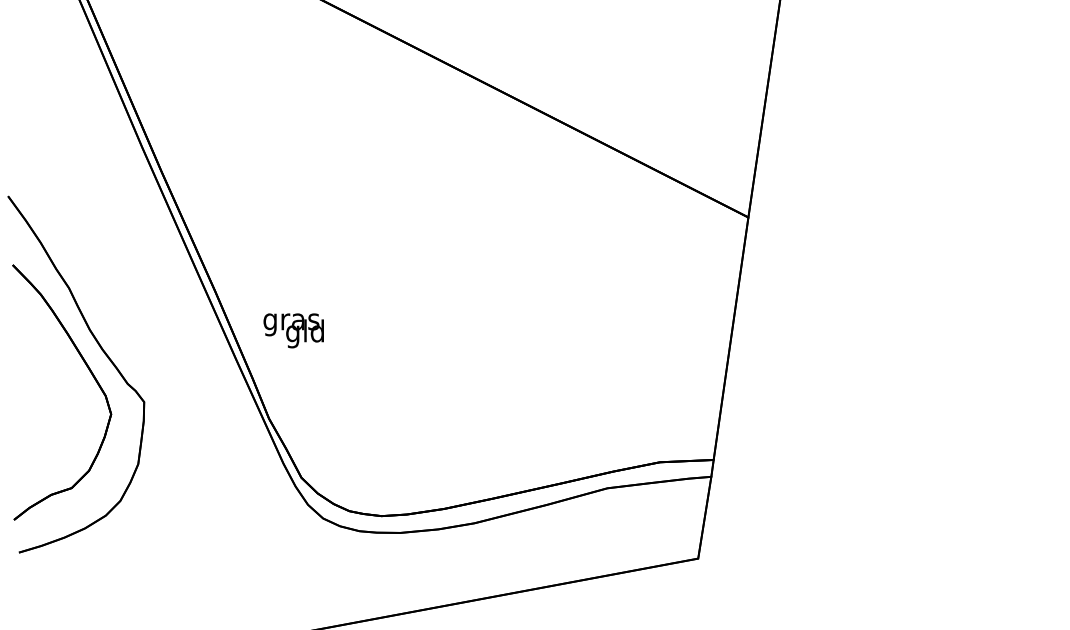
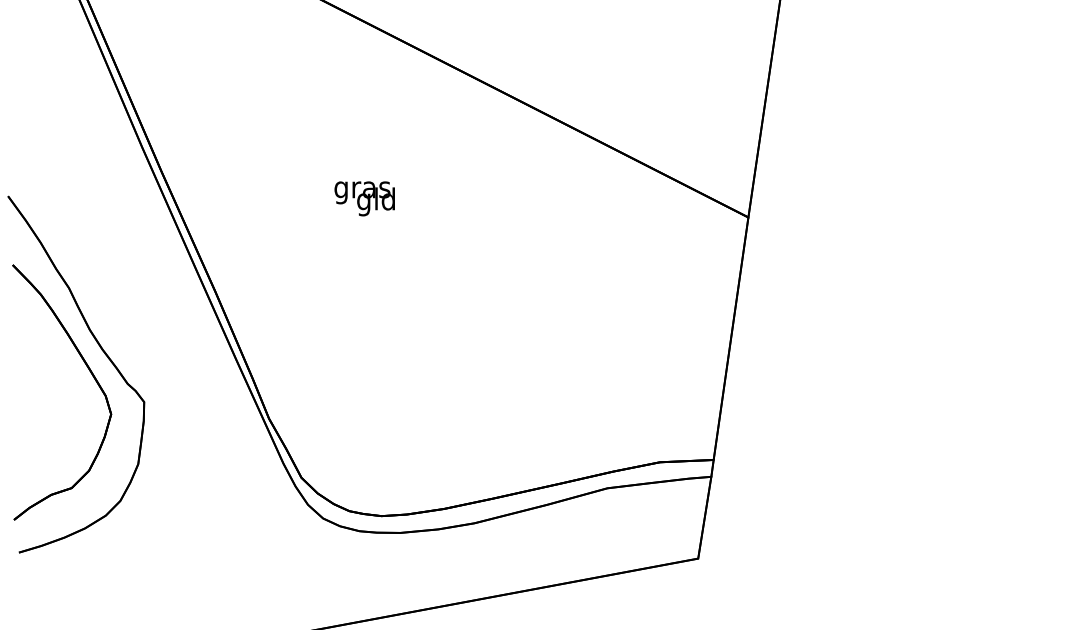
text at (293, 330) position: (293, 330) -> (364, 198)
